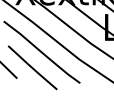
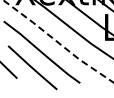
line at (57, 42): solid -> dashed
